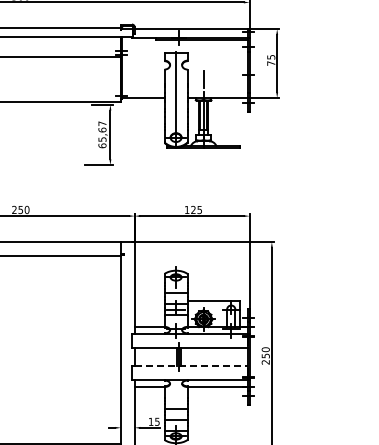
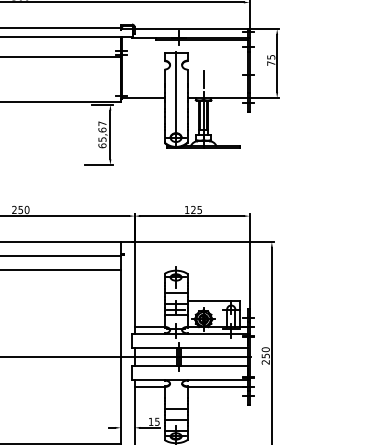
line at (61, 269): none -> present
line at (126, 356): none -> present
line at (191, 366): dashed -> solid
